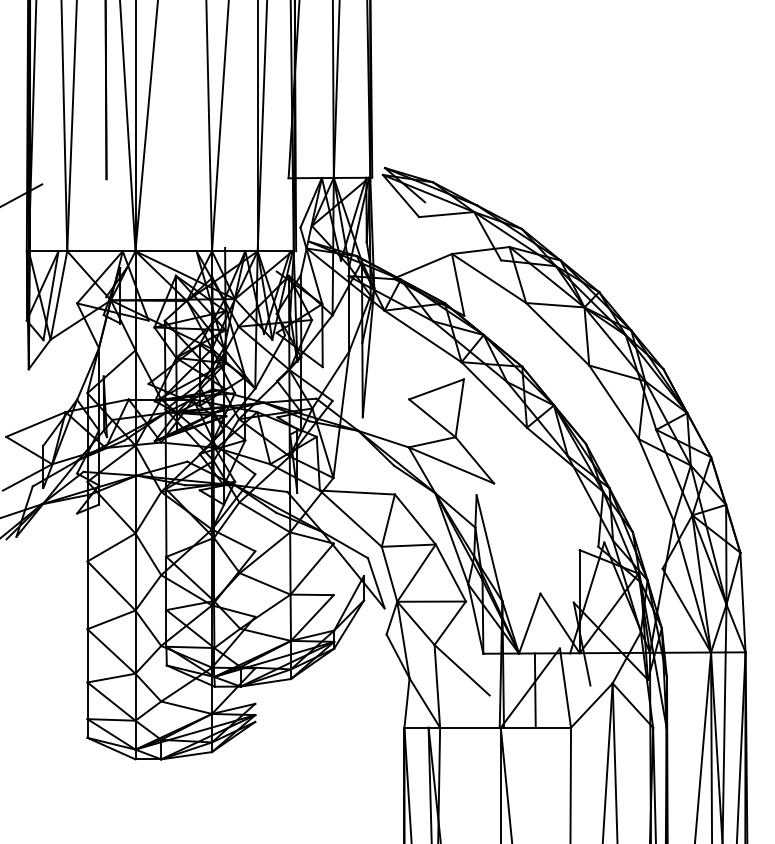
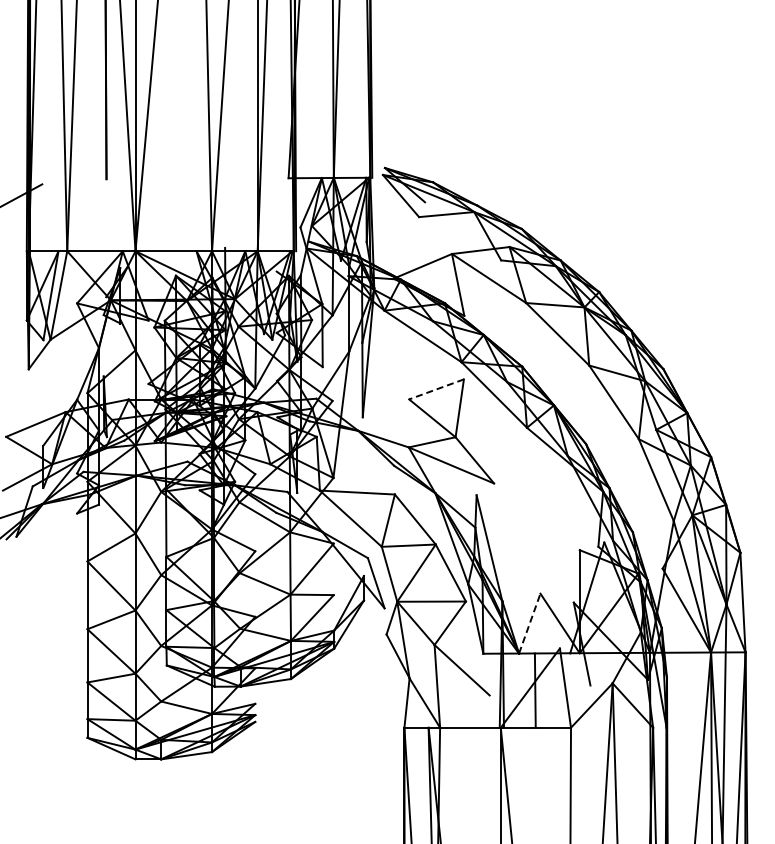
line at (436, 389): solid -> dashed
line at (529, 623): solid -> dashed
